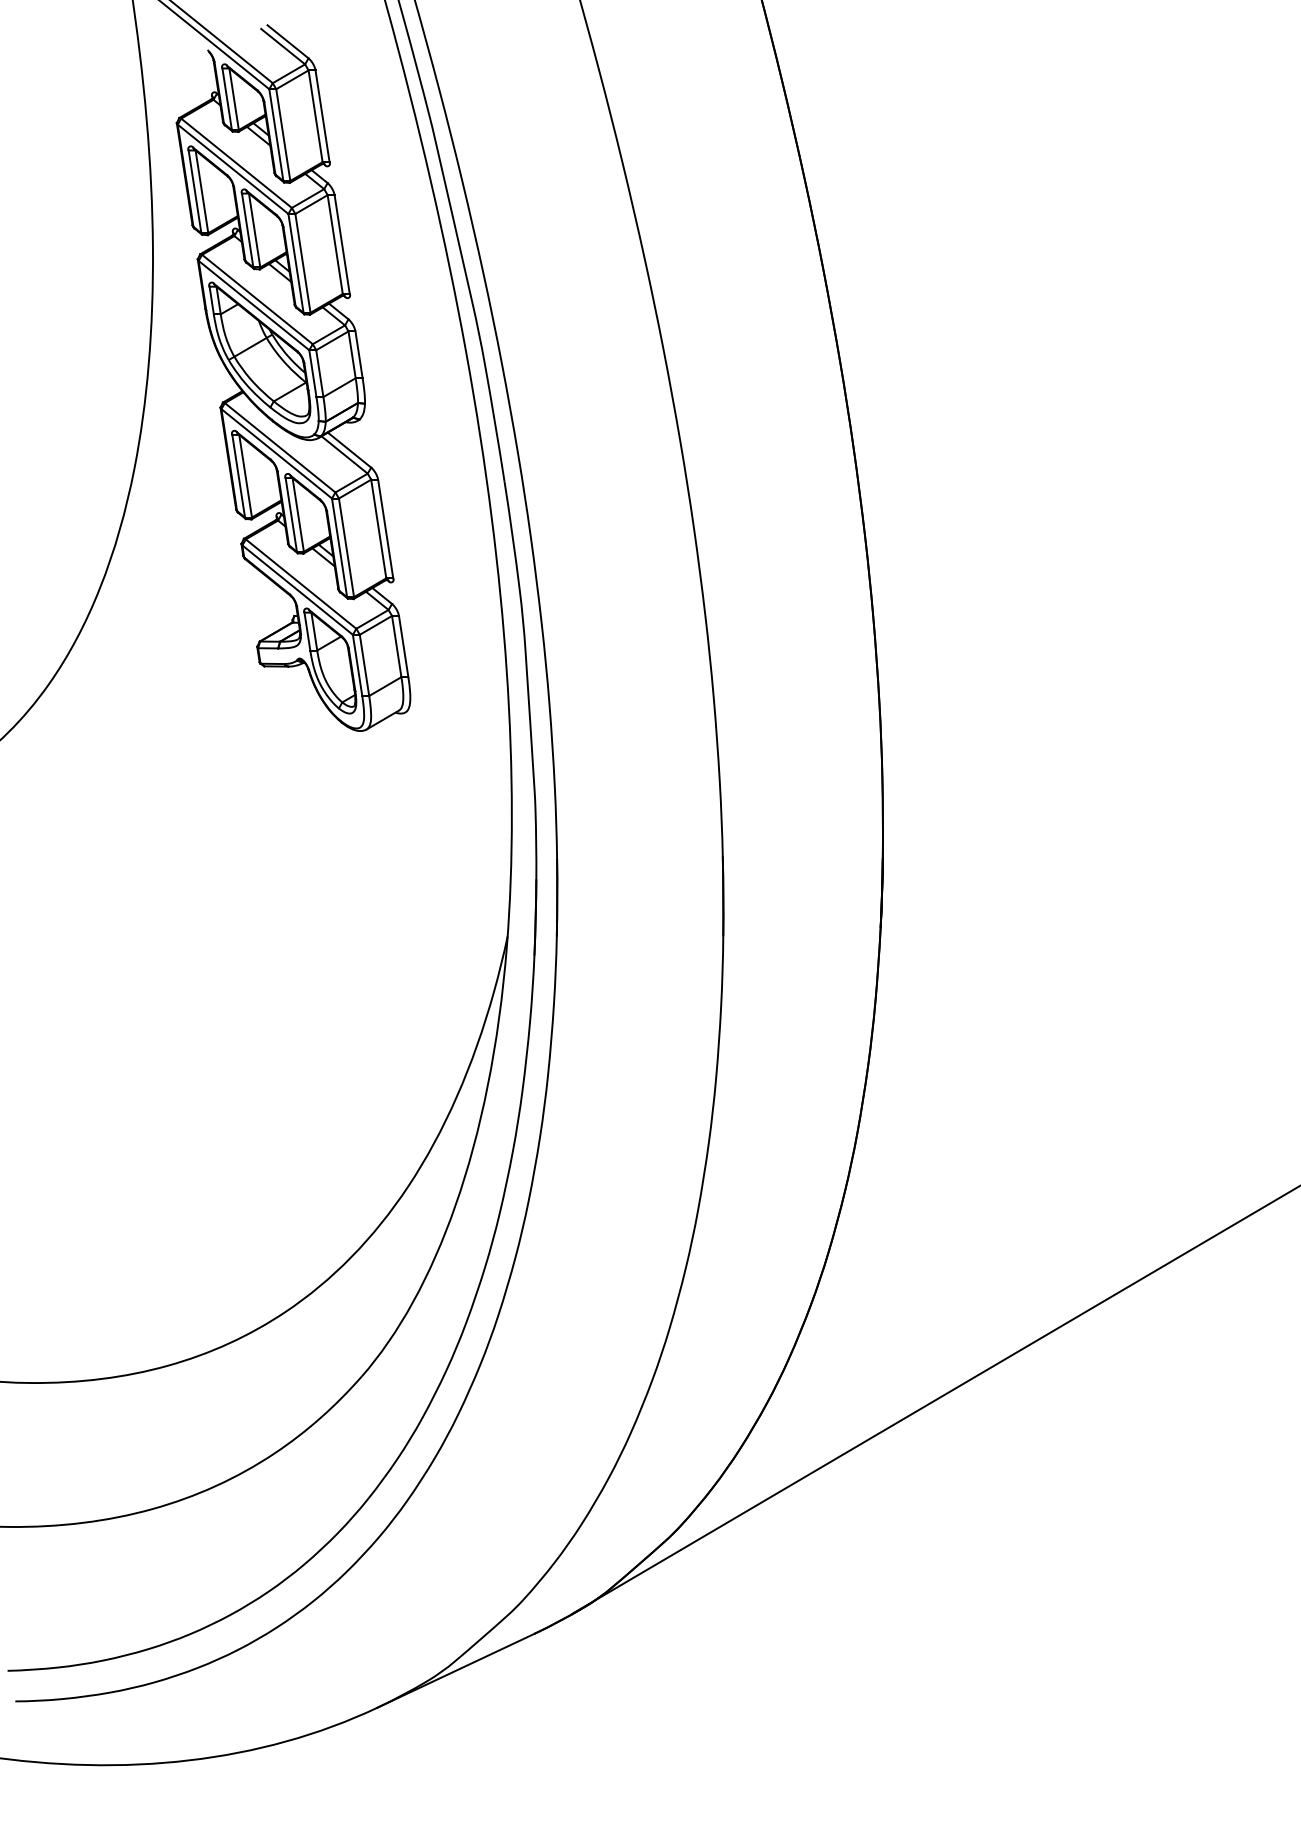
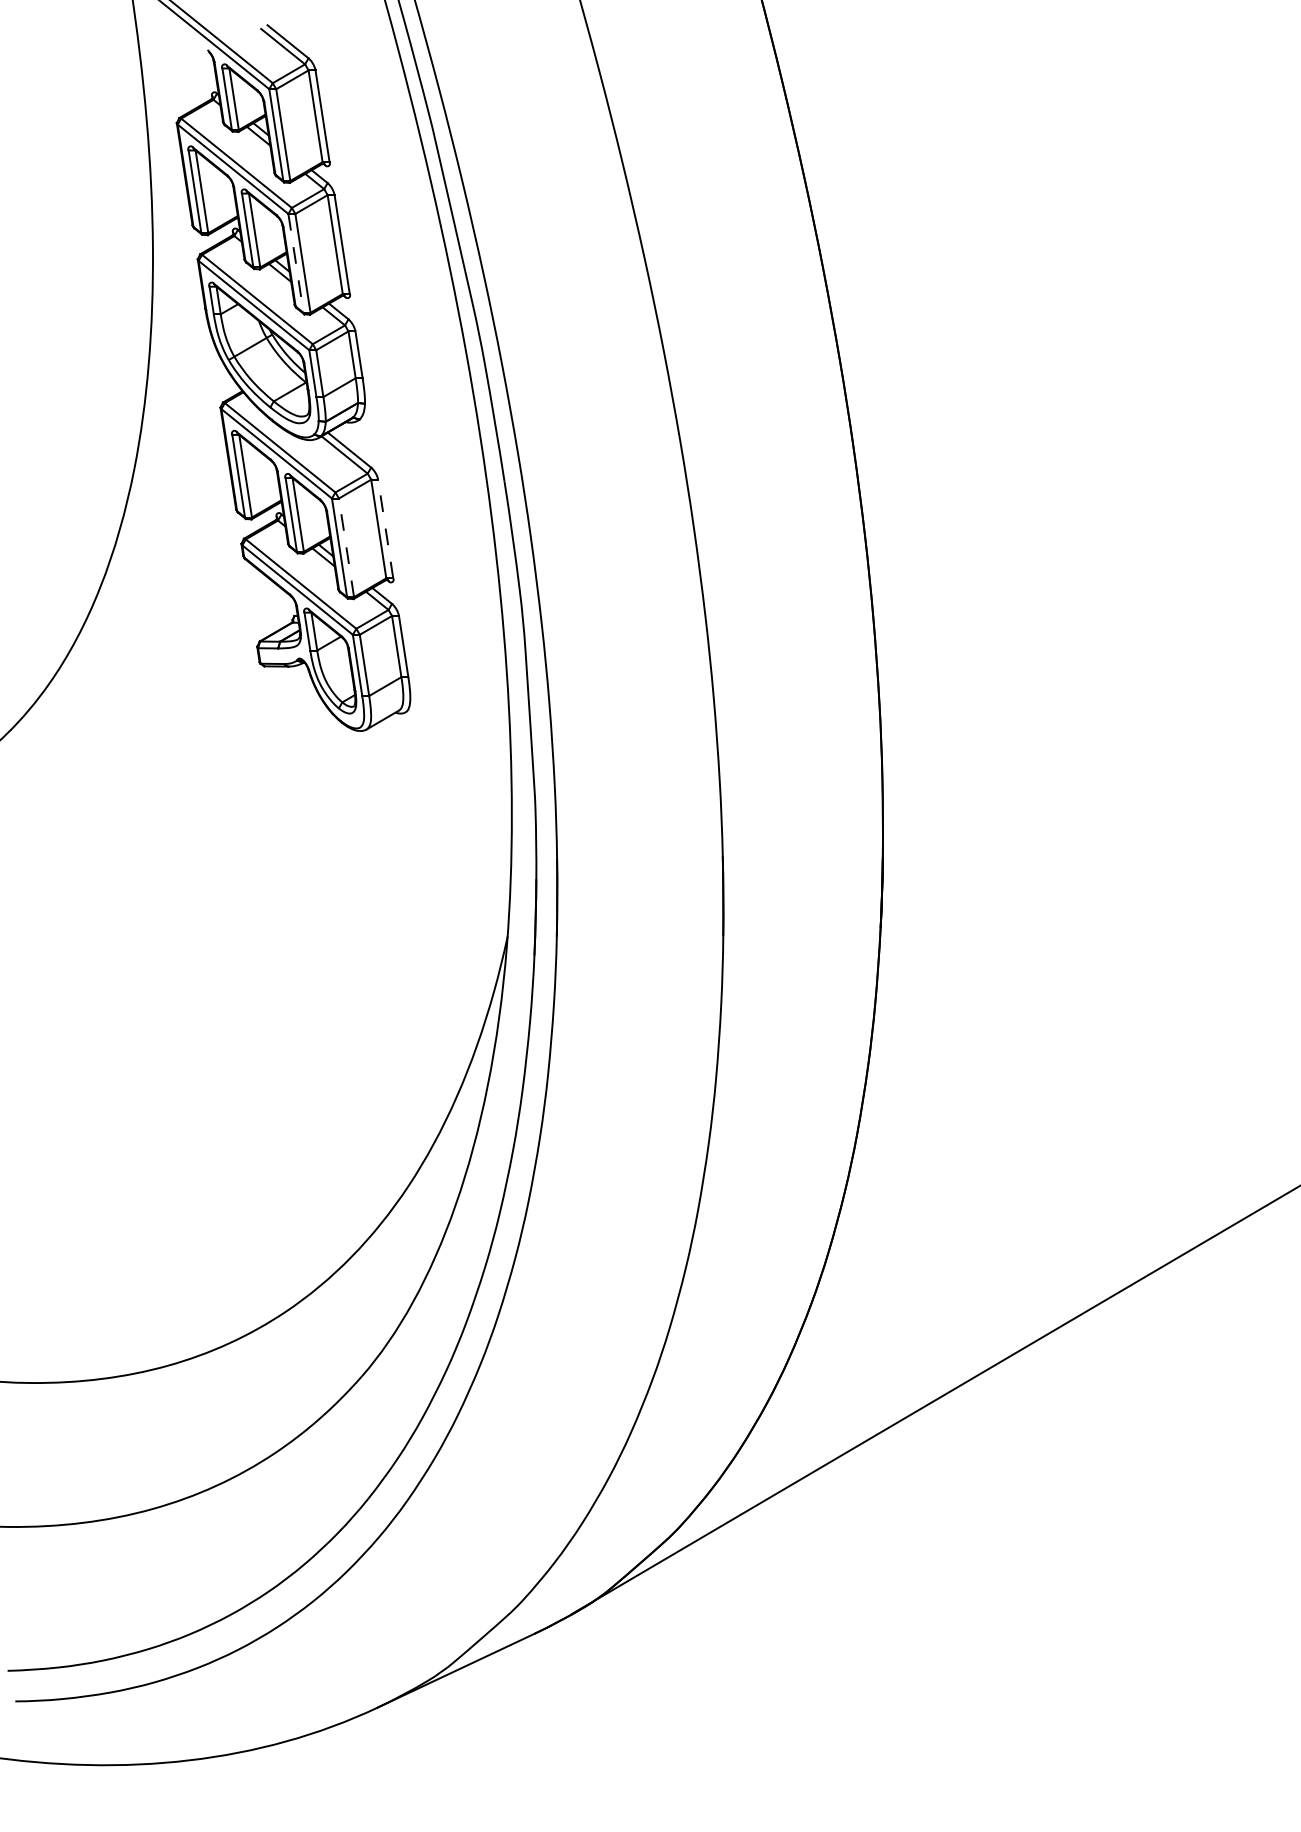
line at (296, 263): solid -> dashed
line at (385, 529): solid -> dashed
line at (346, 547): solid -> dashed
